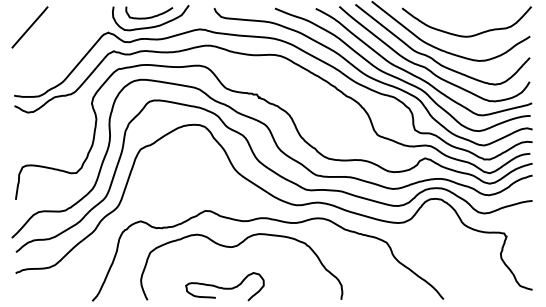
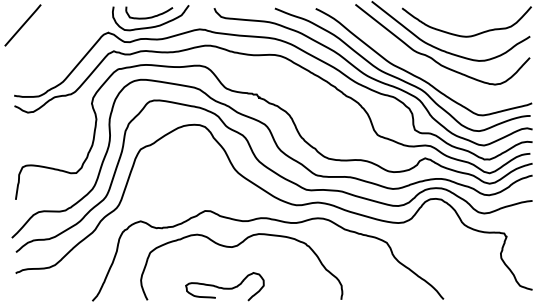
line at (29, 27) position: (29, 27) -> (22, 25)
curve at (425, 66): present -> none
